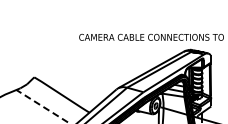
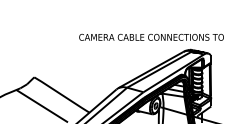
line at (41, 105): dashed -> solid
